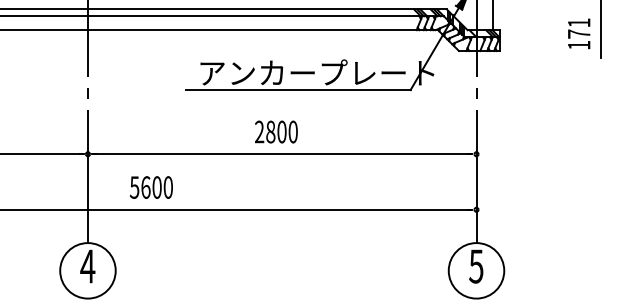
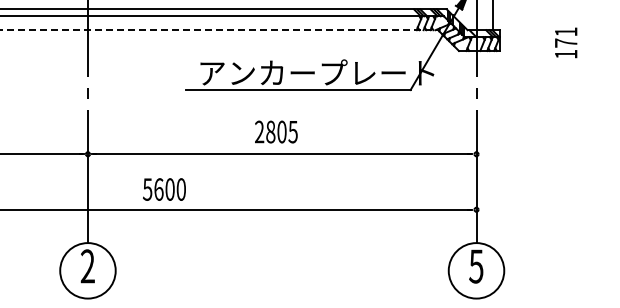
line at (601, 29): present -> none
line at (219, 30): solid -> dashed
text at (579, 33) position: (579, 33) -> (566, 42)
text at (292, 131): 2800 -> 2805
text at (151, 187) position: (151, 187) -> (164, 189)
text at (87, 266): 4 -> 2
